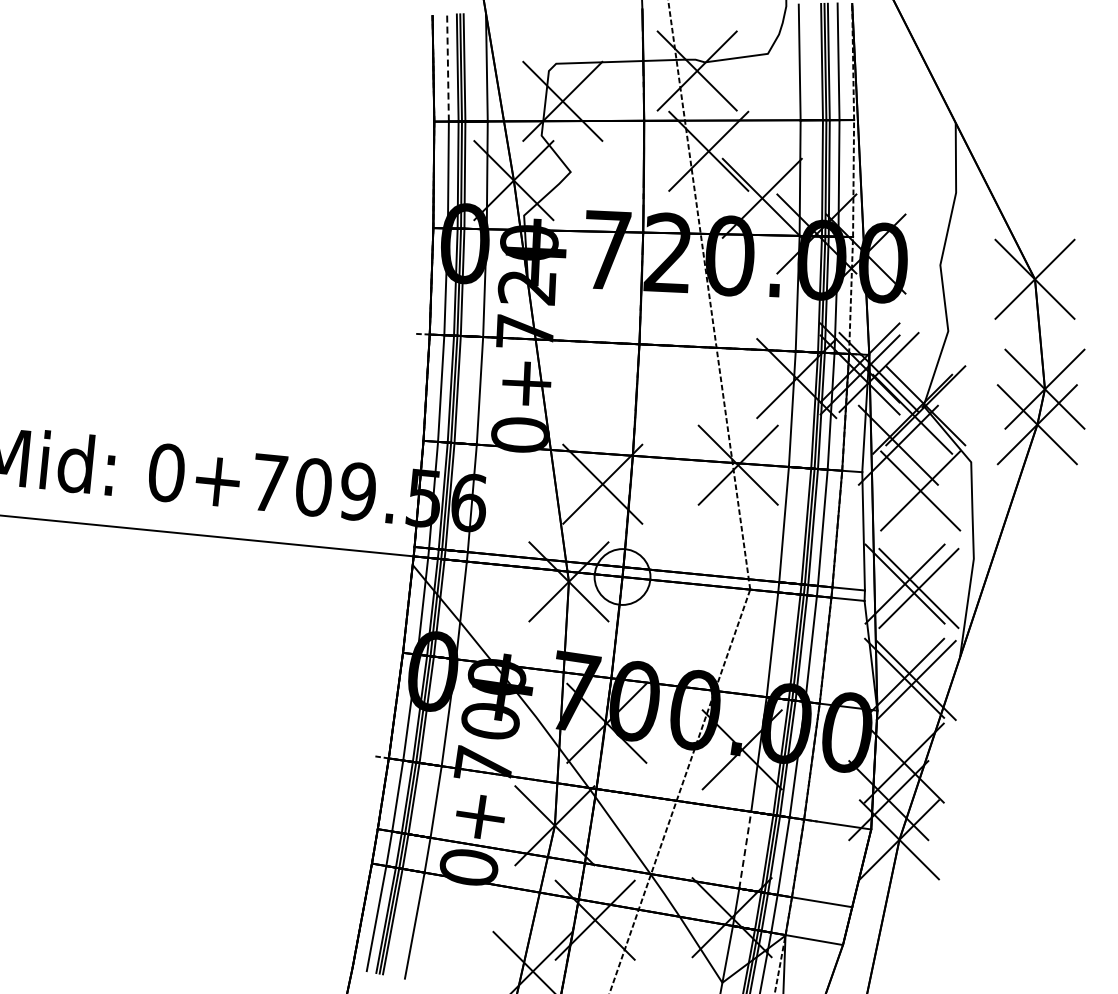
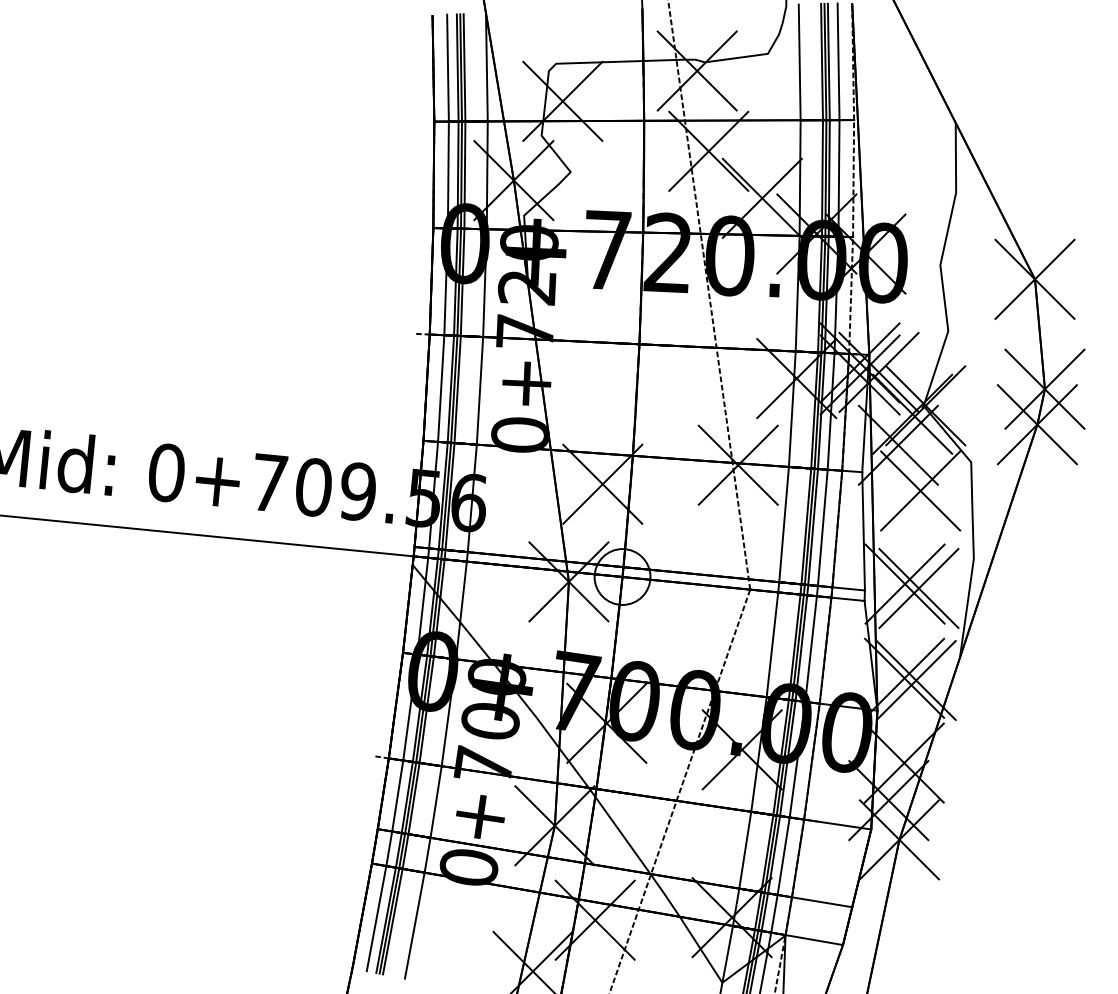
line at (448, 67): dashed -> solid
line at (745, 850): dashed -> solid
